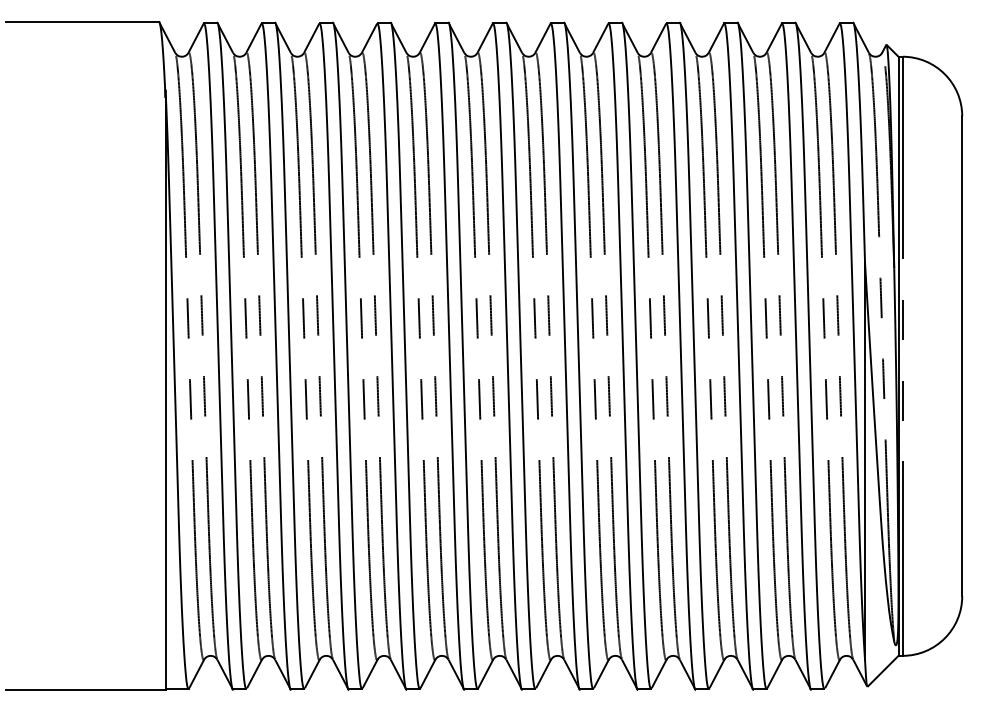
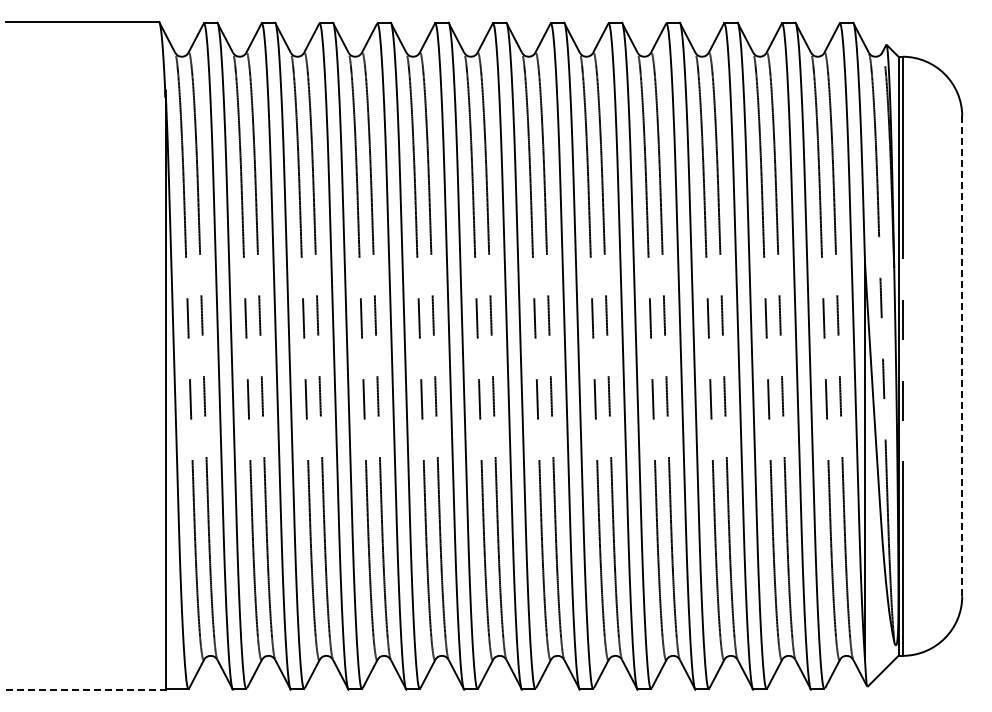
line at (962, 356): solid -> dashed
line at (85, 690): solid -> dashed
